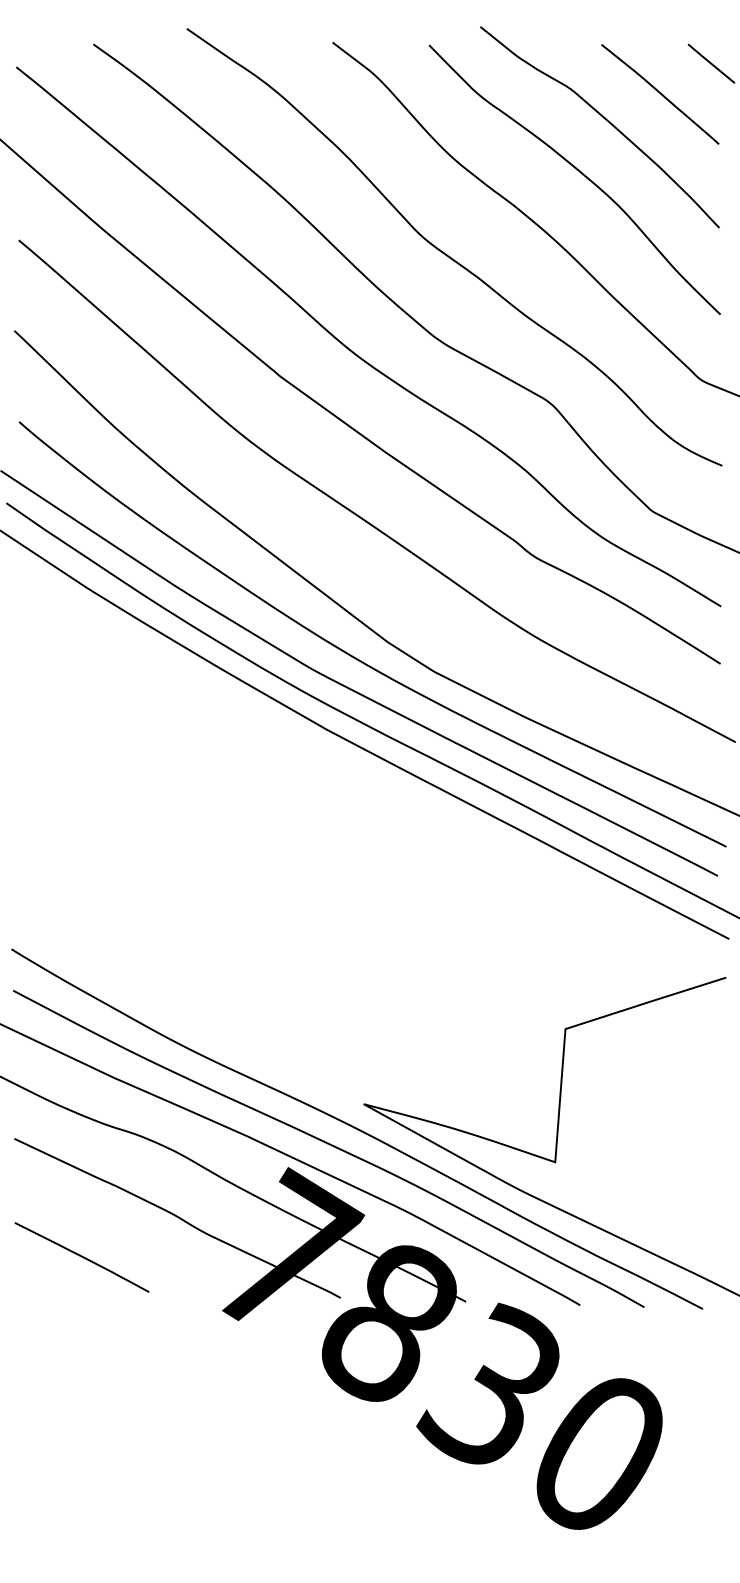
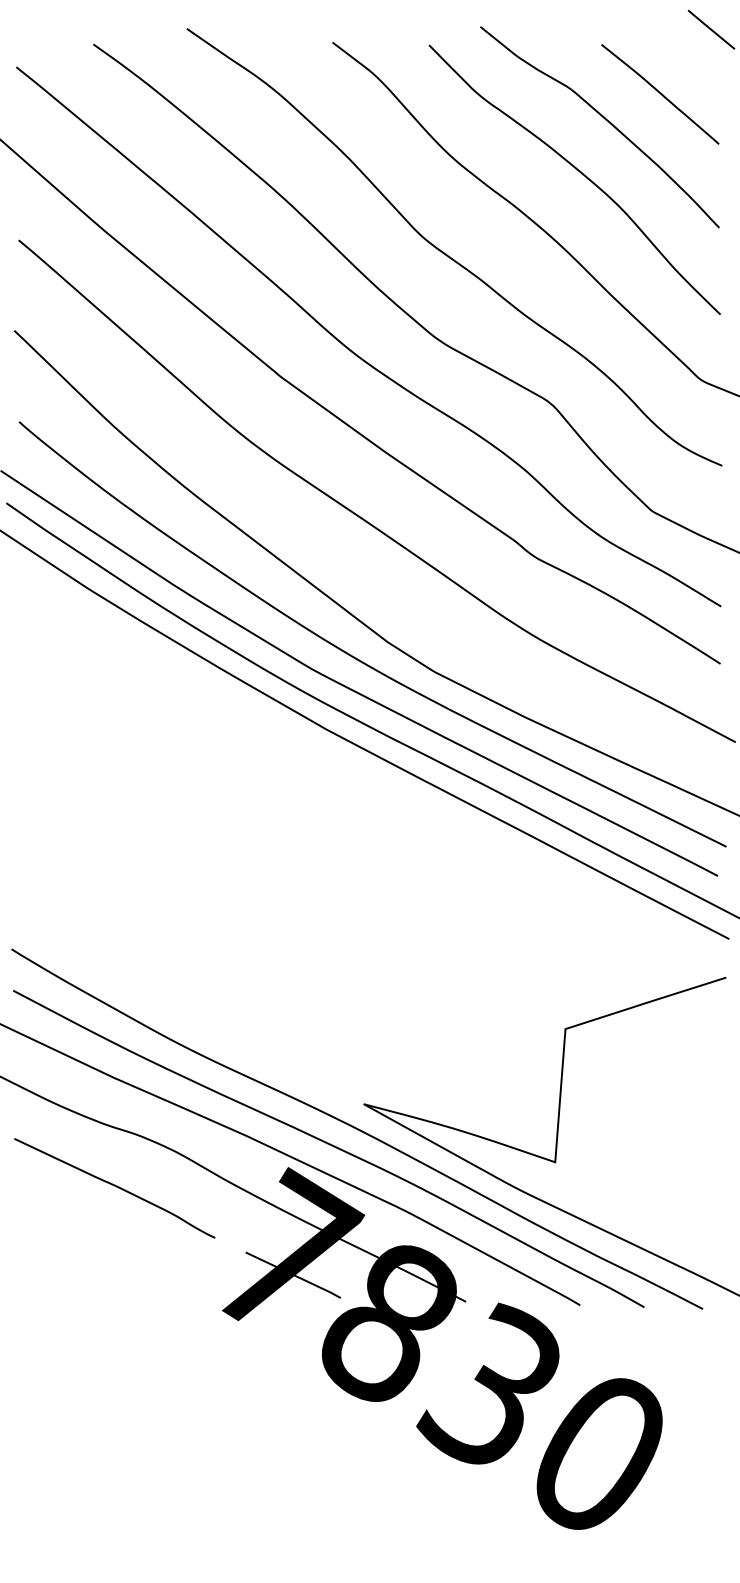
line at (711, 63) position: (711, 63) -> (711, 29)
line at (230, 1244): present -> none
line at (81, 1257): present -> none
